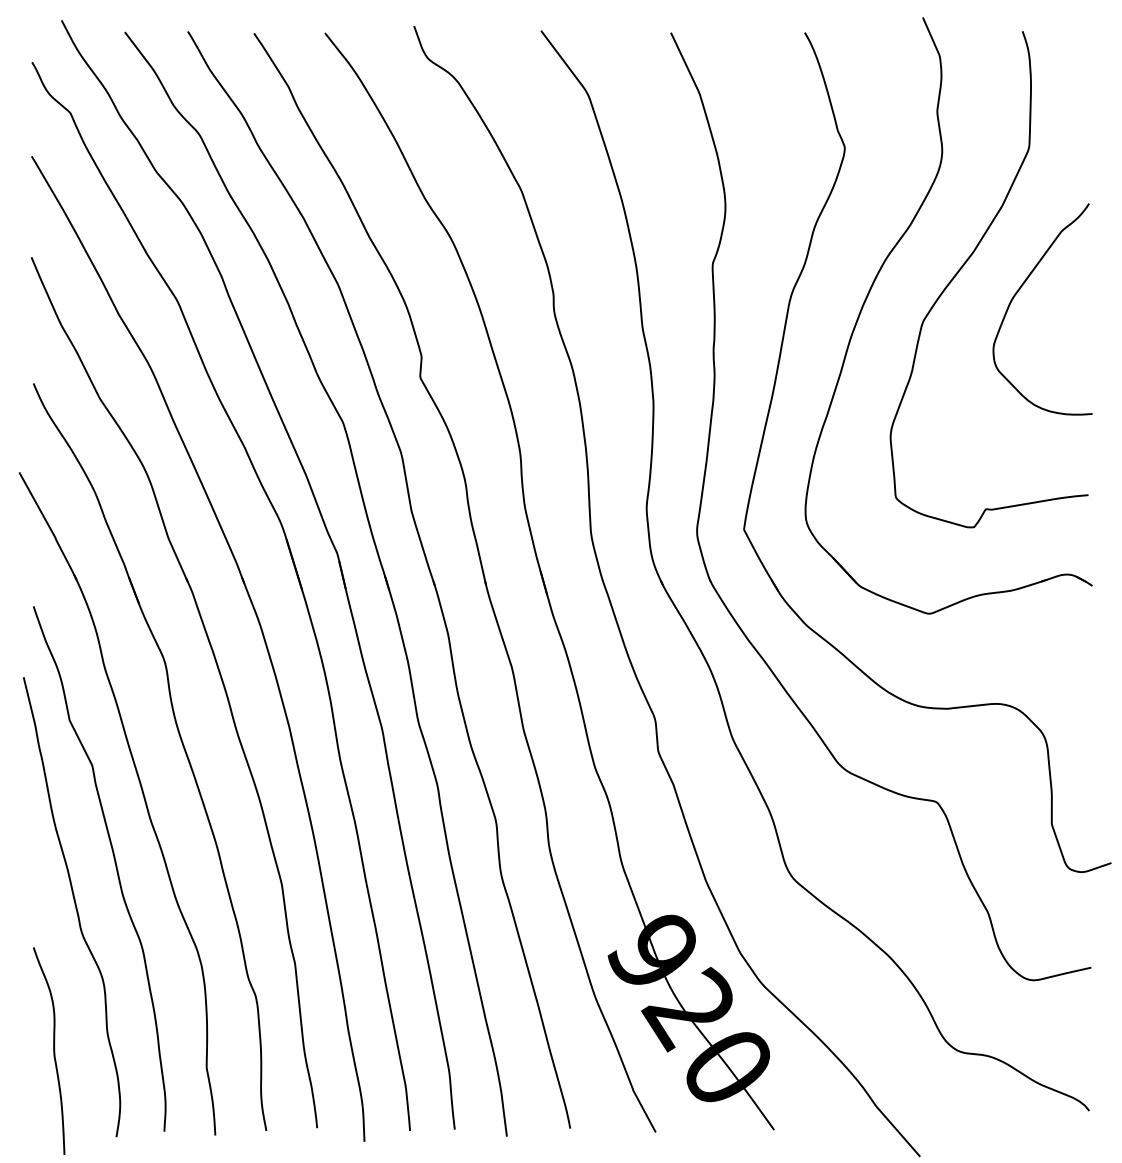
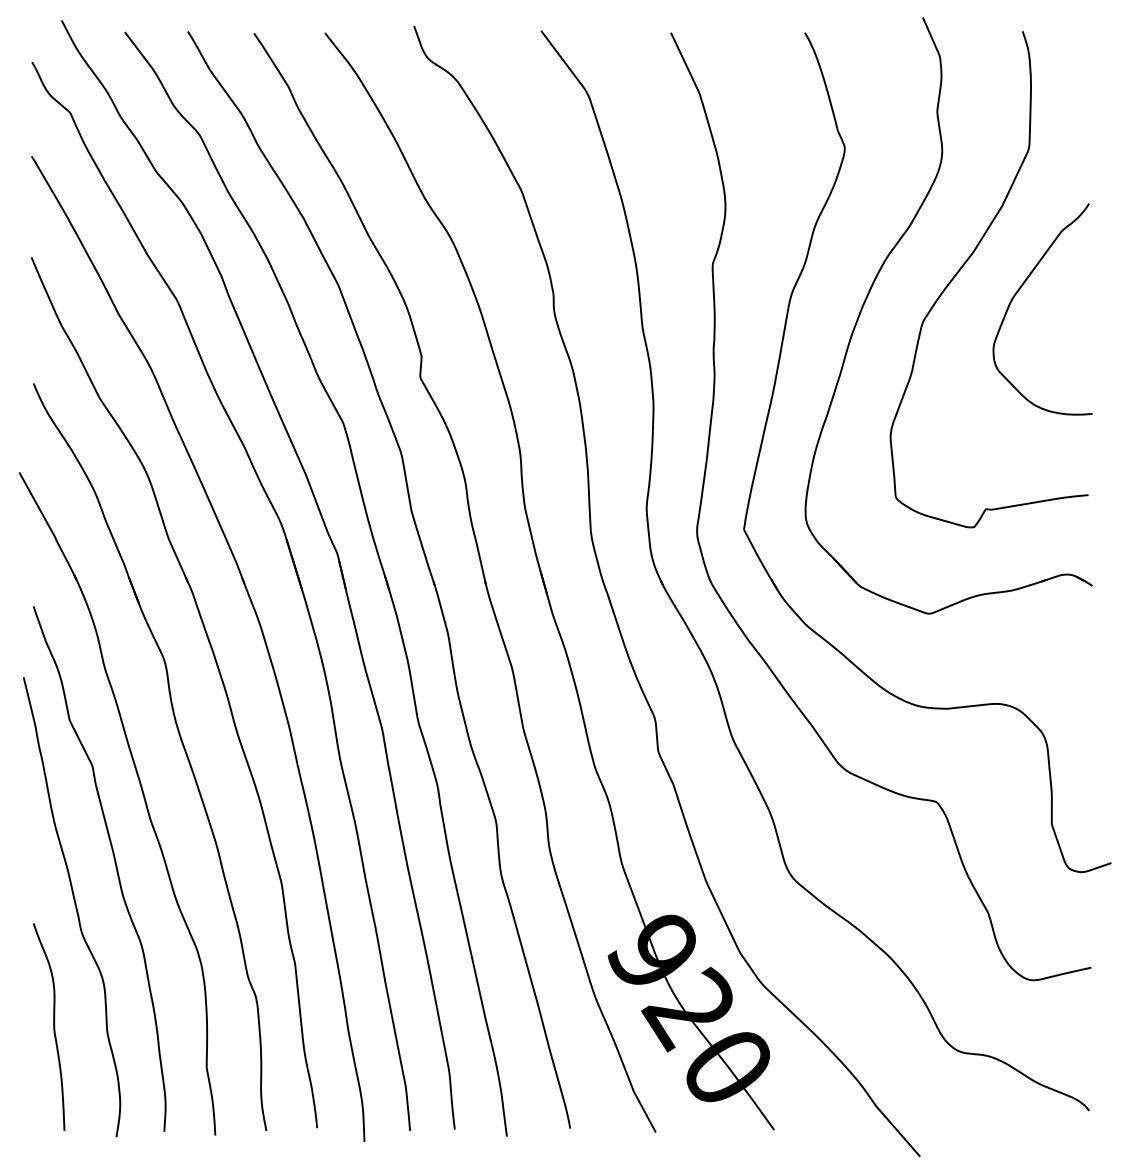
curve at (53, 1050) position: (53, 1050) -> (53, 1026)
